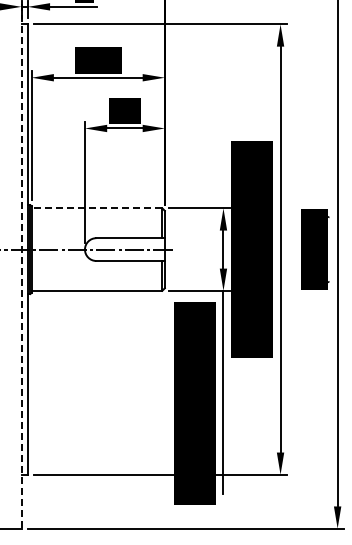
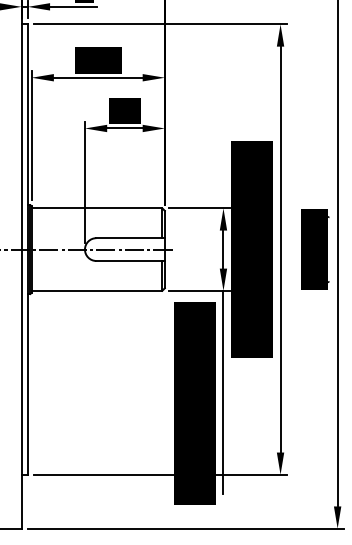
line at (96, 208): dashed -> solid
line at (21, 265): dashed -> solid
